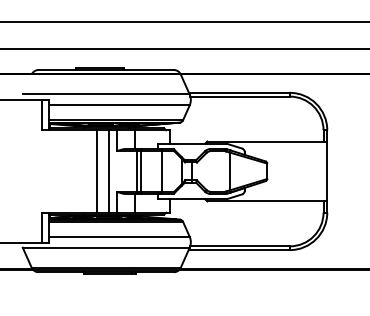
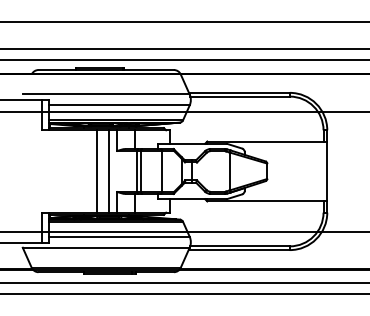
line at (184, 60): none -> present
line at (184, 111): none -> present
line at (184, 231): none -> present
line at (184, 283): none -> present
line at (184, 294): none -> present
